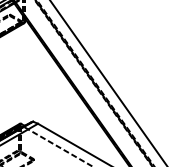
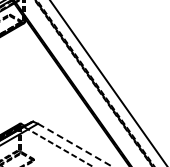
line at (75, 145): solid -> dashed
